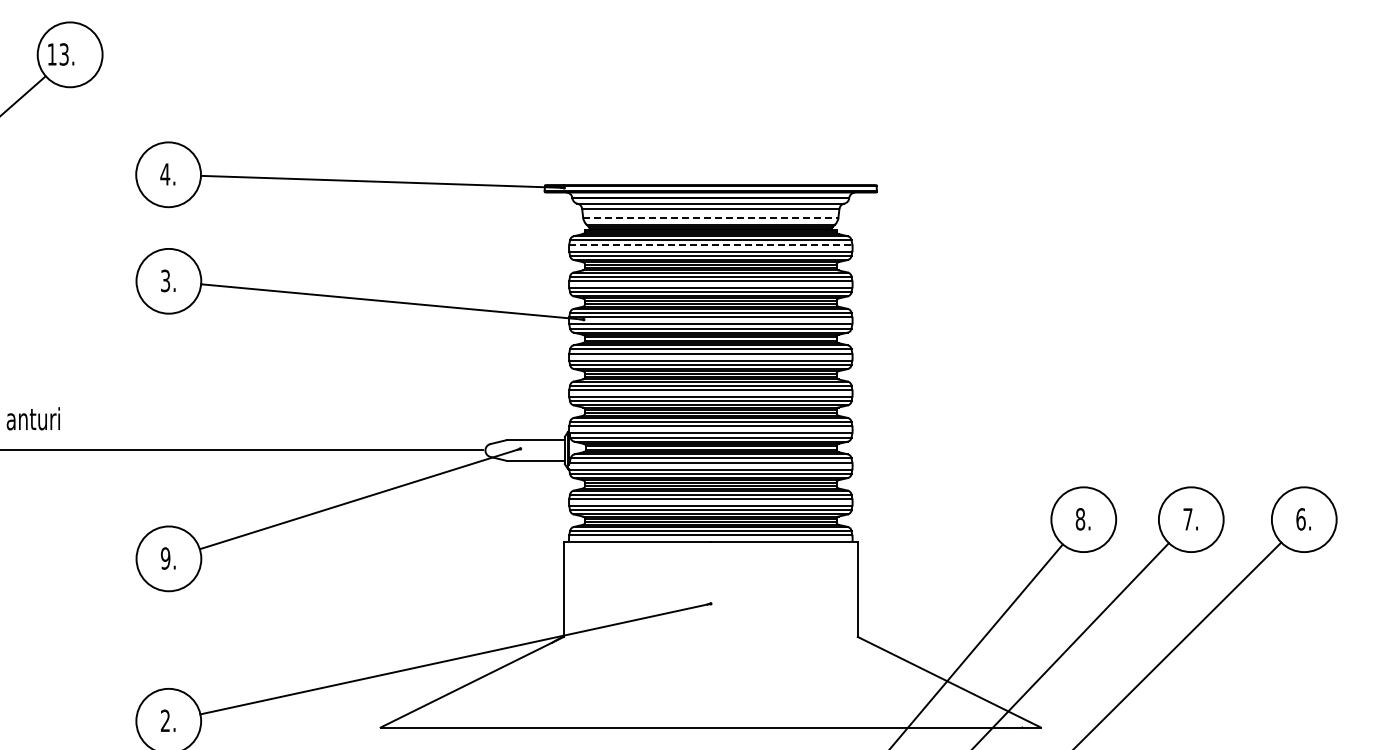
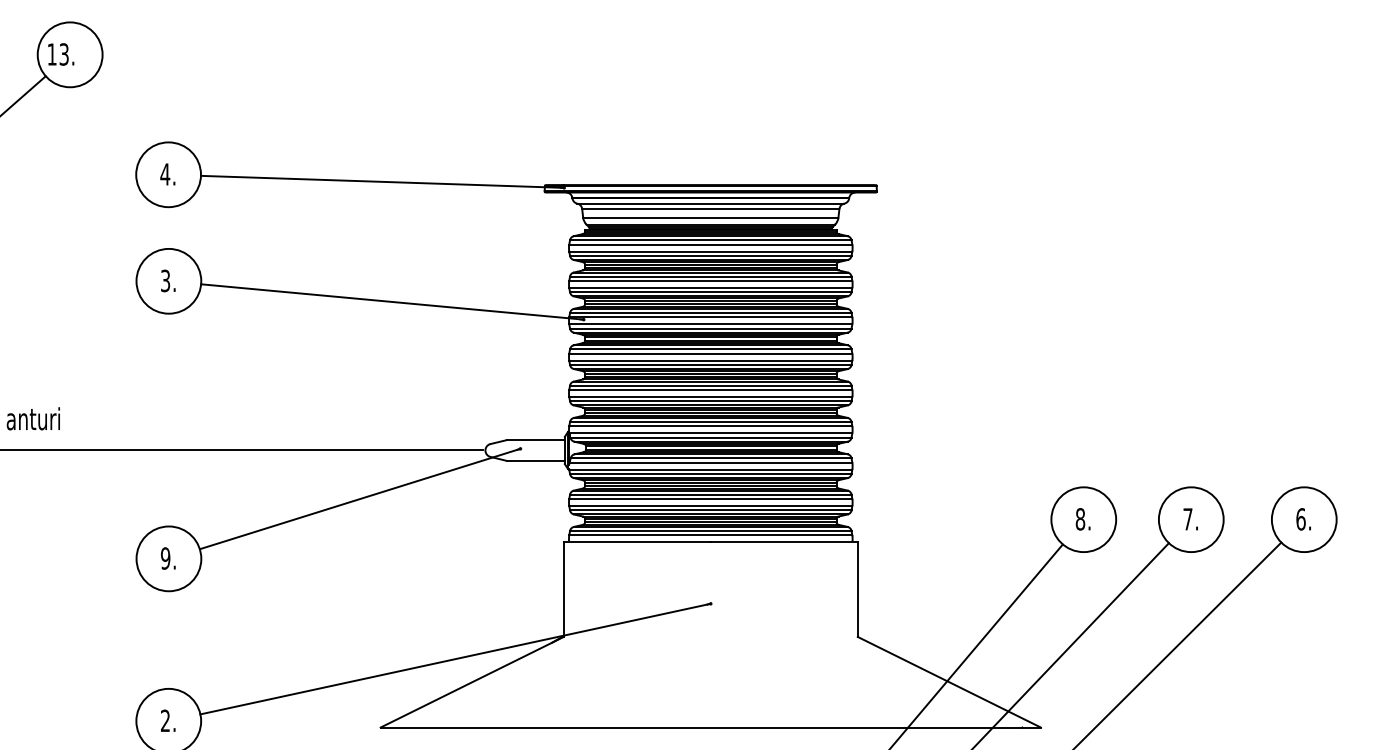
line at (710, 217): dashed -> solid
line at (710, 244): dashed -> solid
